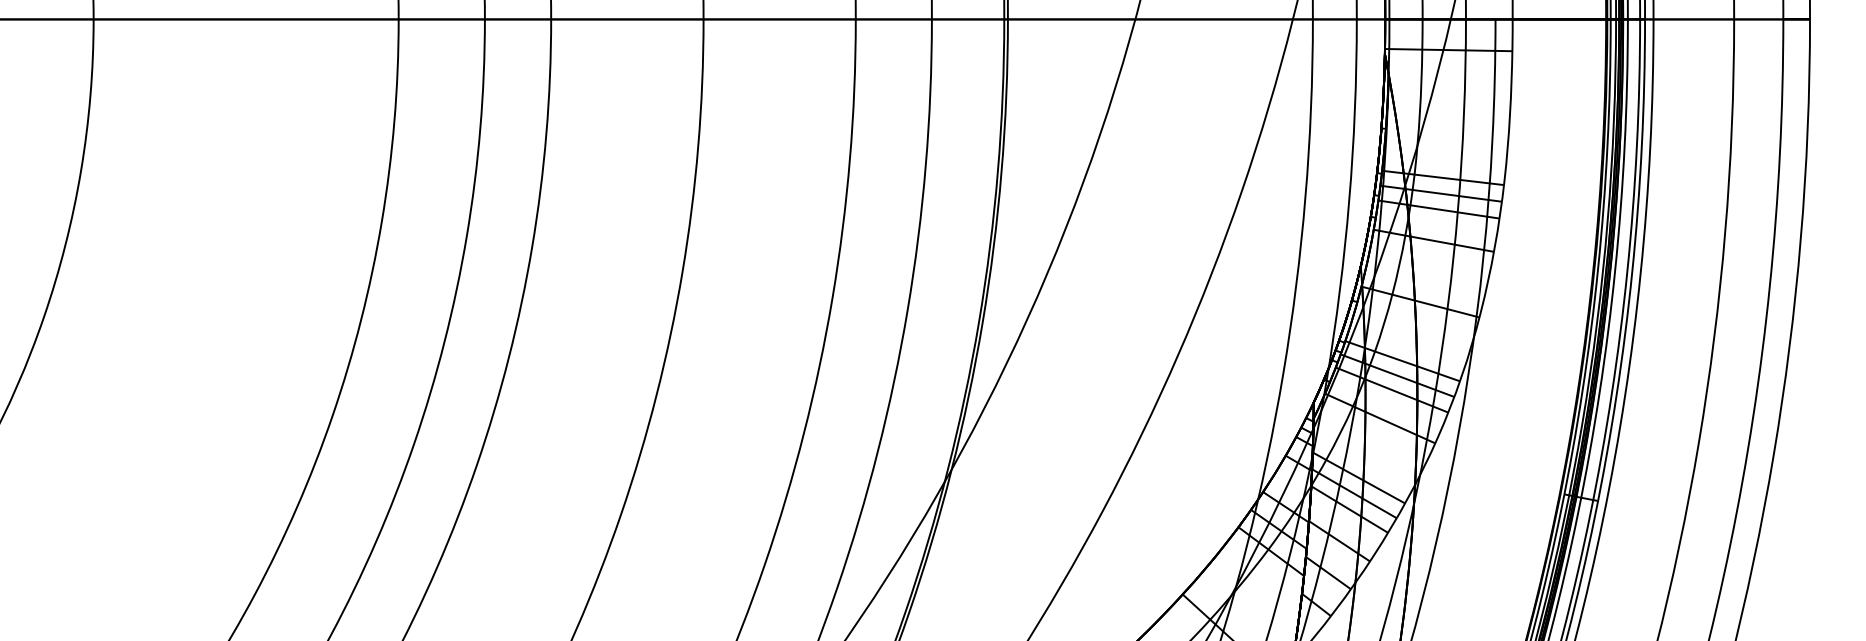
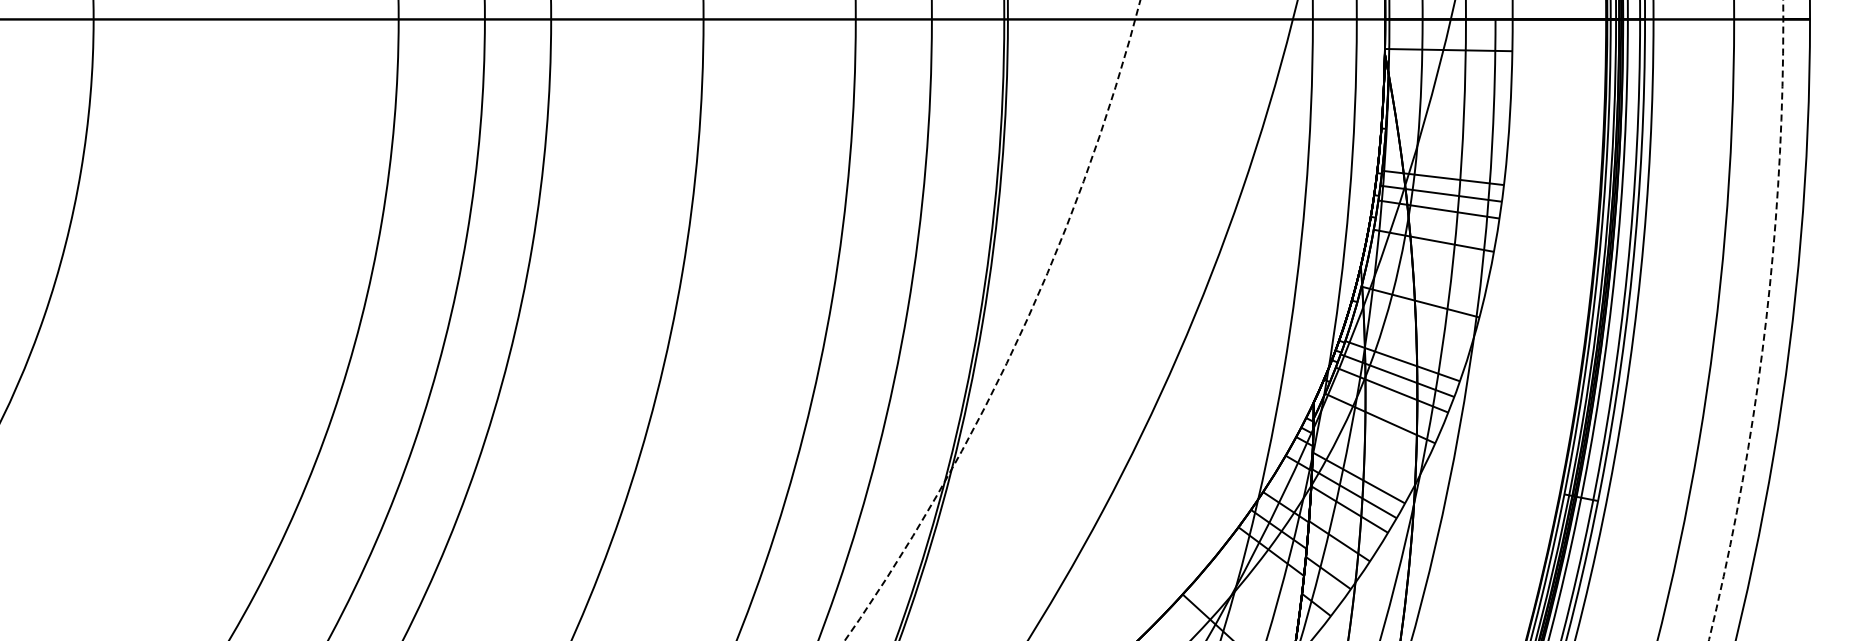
arc at (1765, 321): solid -> dashed
arc at (1020, 334): solid -> dashed
